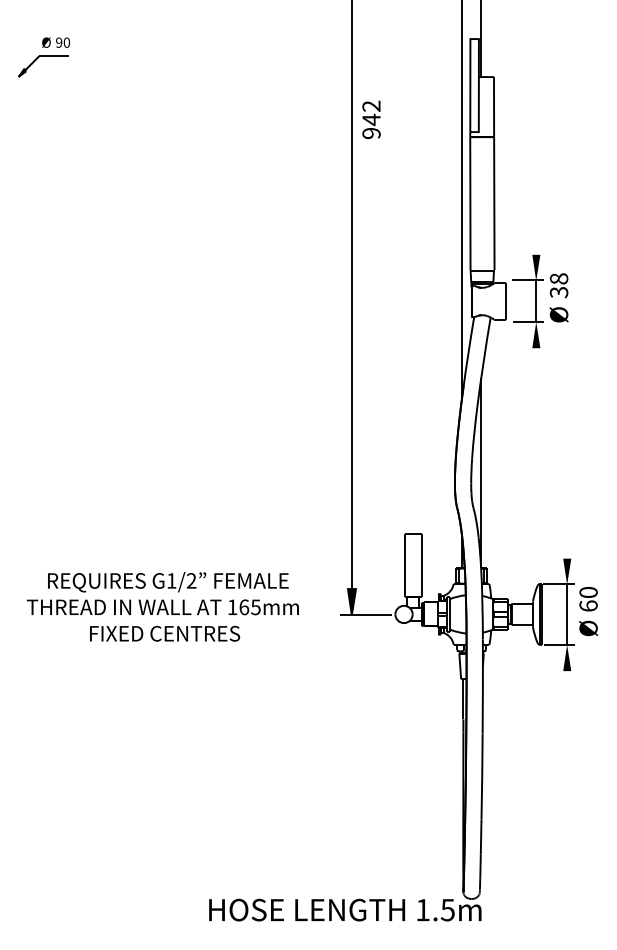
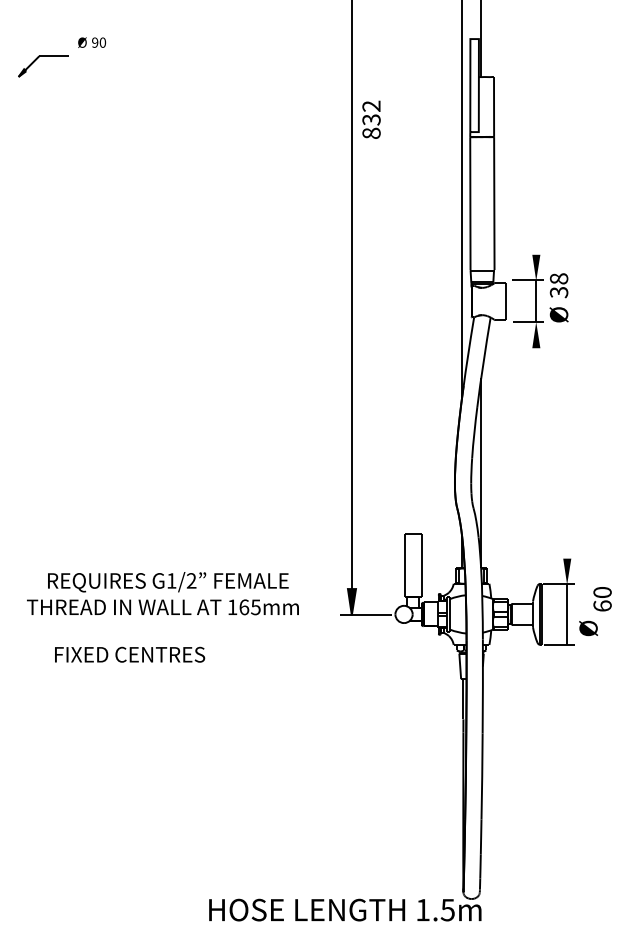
text at (55, 42) position: (55, 42) -> (91, 42)
text at (371, 126): 942 -> 832
text at (588, 599) position: (588, 599) -> (602, 599)
text at (165, 633) position: (165, 633) -> (130, 654)
fill at (567, 657): present -> none
